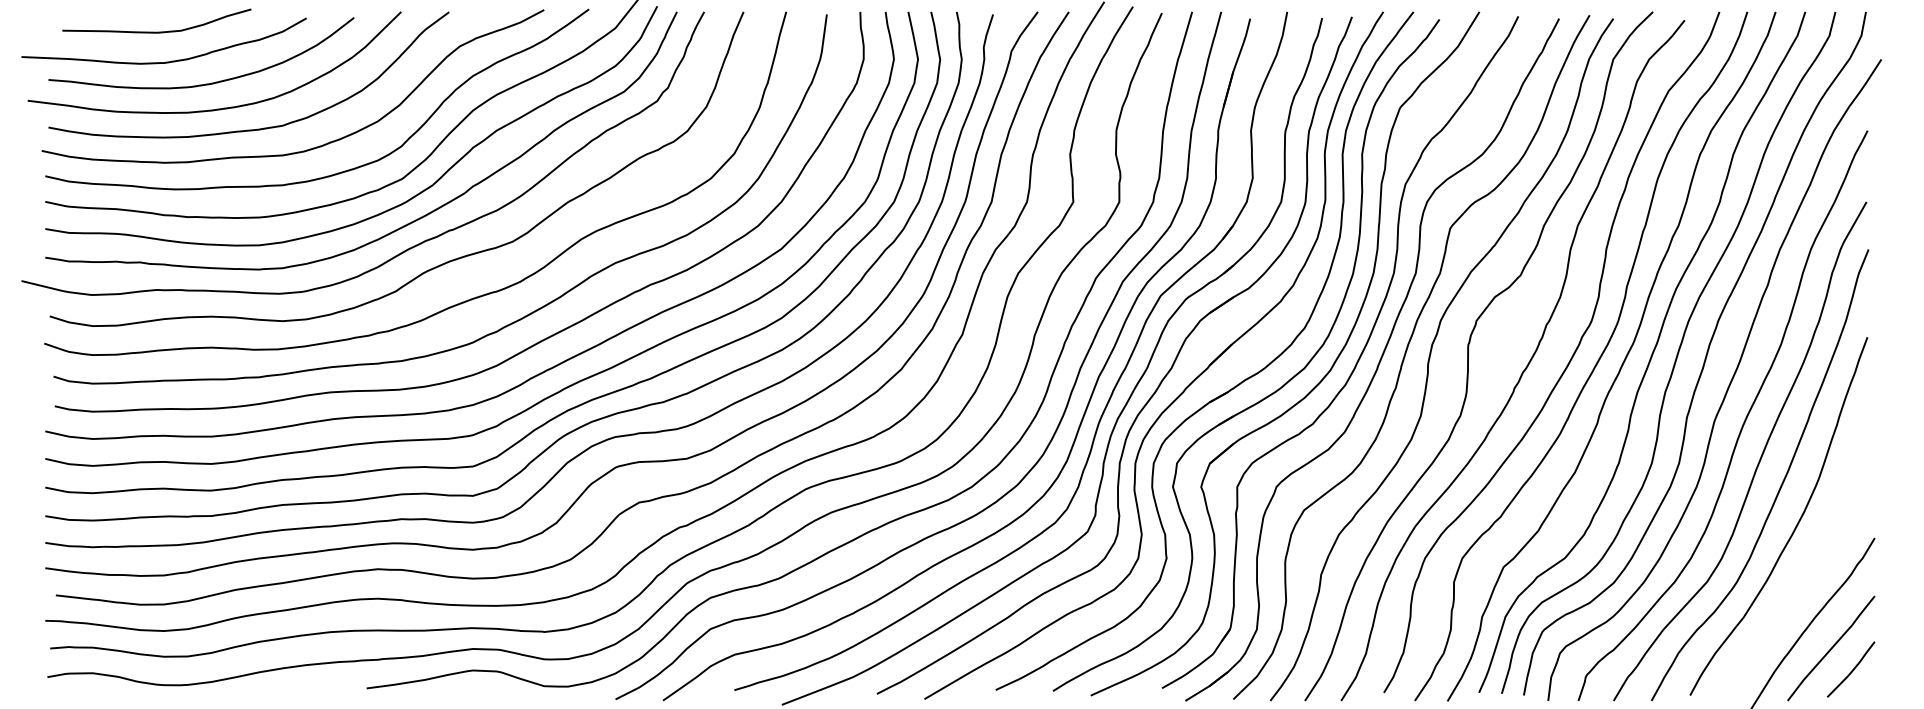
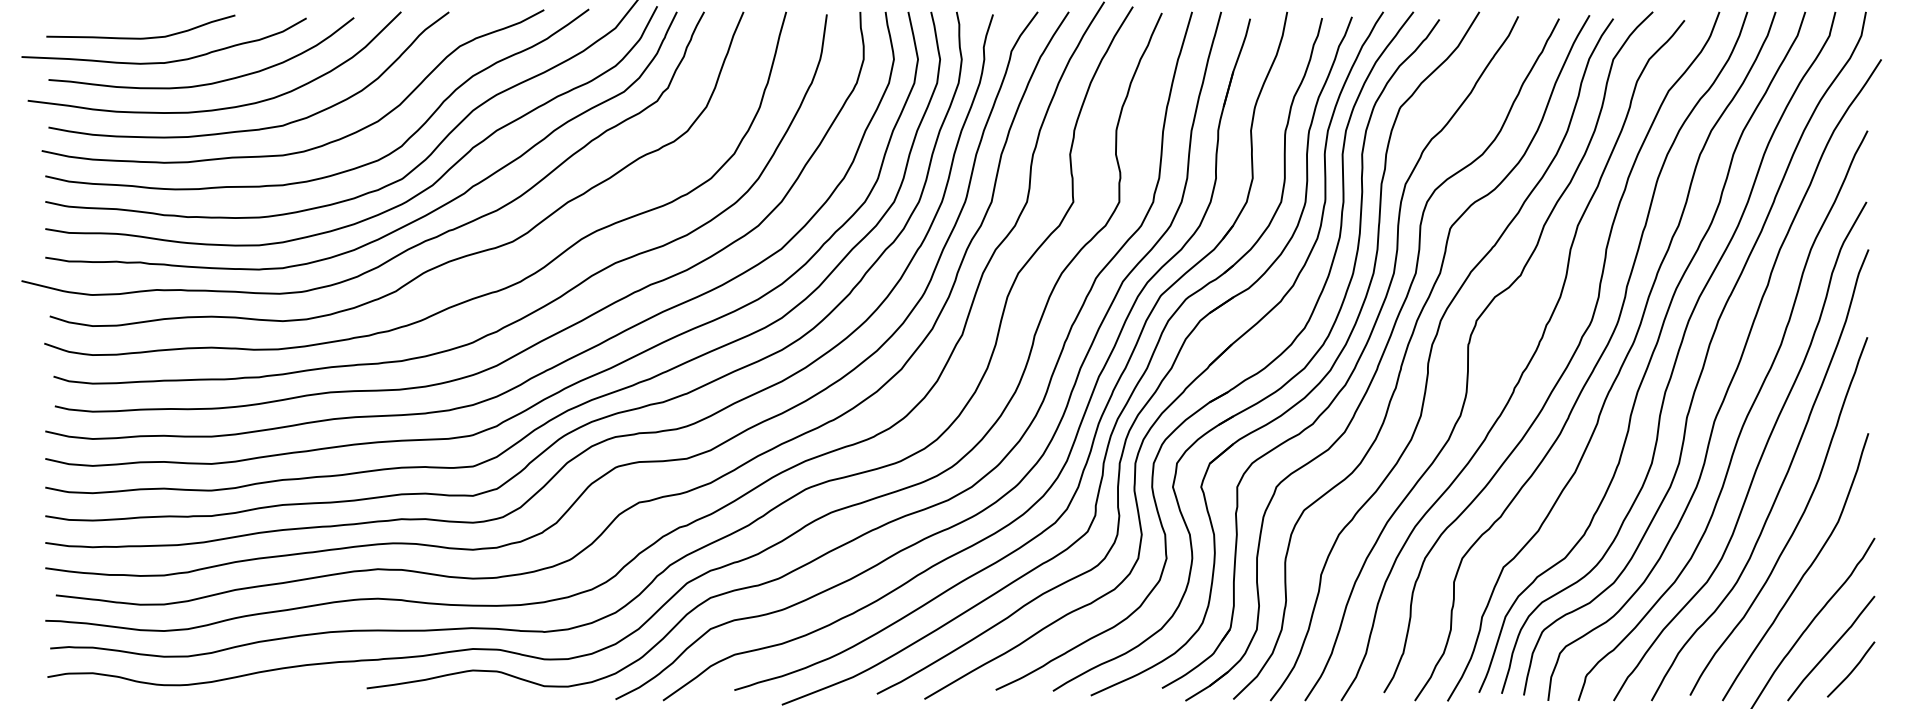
curve at (156, 31) position: (156, 31) -> (140, 37)
curve at (1803, 573): none -> present
